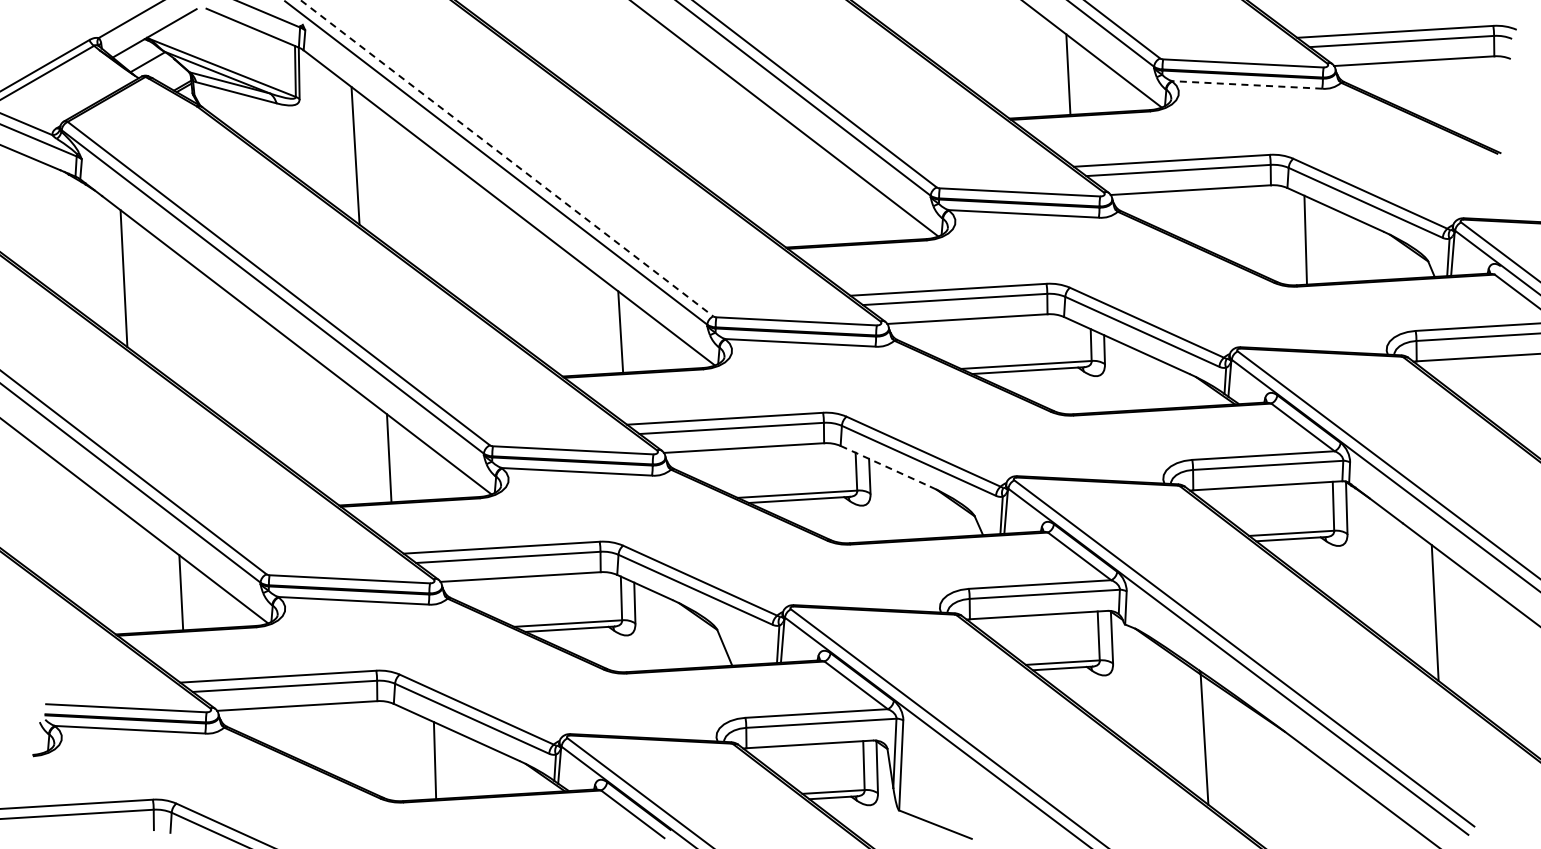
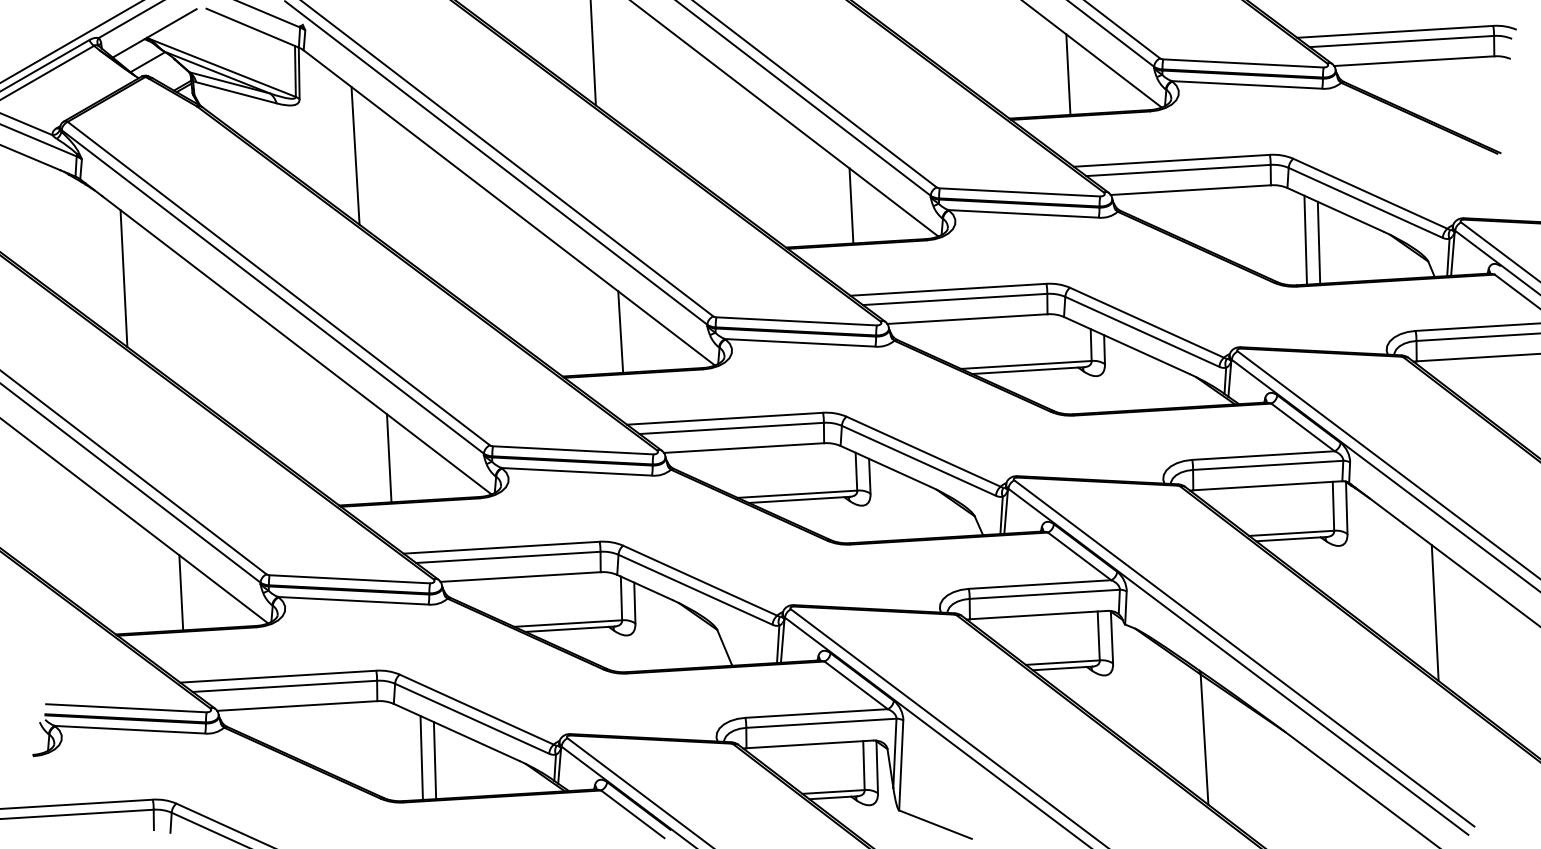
line at (71, 41): none -> present
line at (592, 53): none -> present
line at (1246, 84): dashed -> solid
line at (506, 158): dashed -> solid
line at (851, 205): none -> present
line at (1318, 242): none -> present
line at (885, 466): dashed -> solid
line at (421, 757): none -> present
